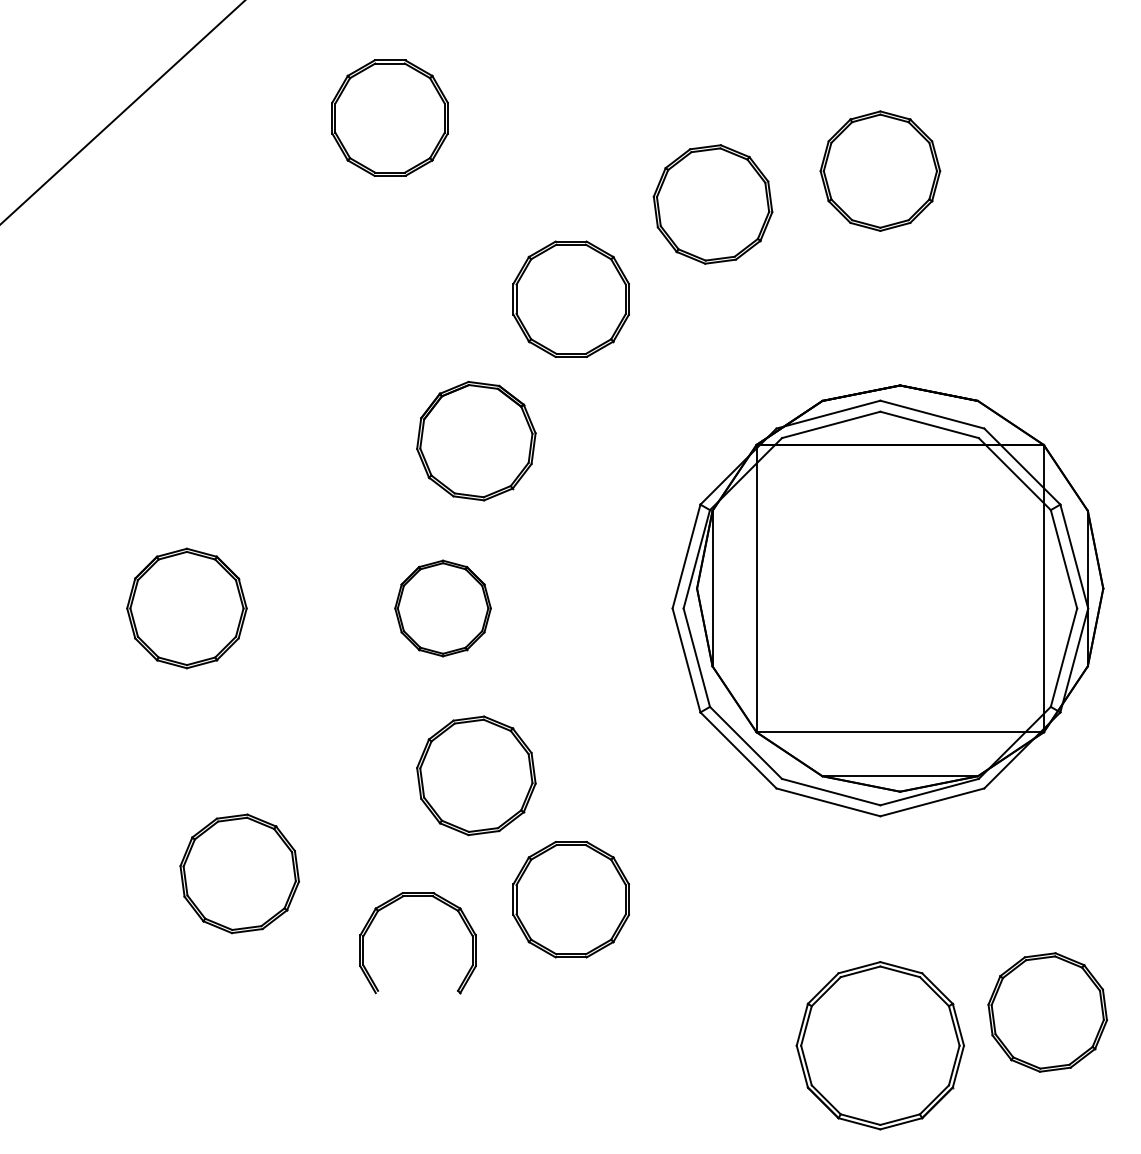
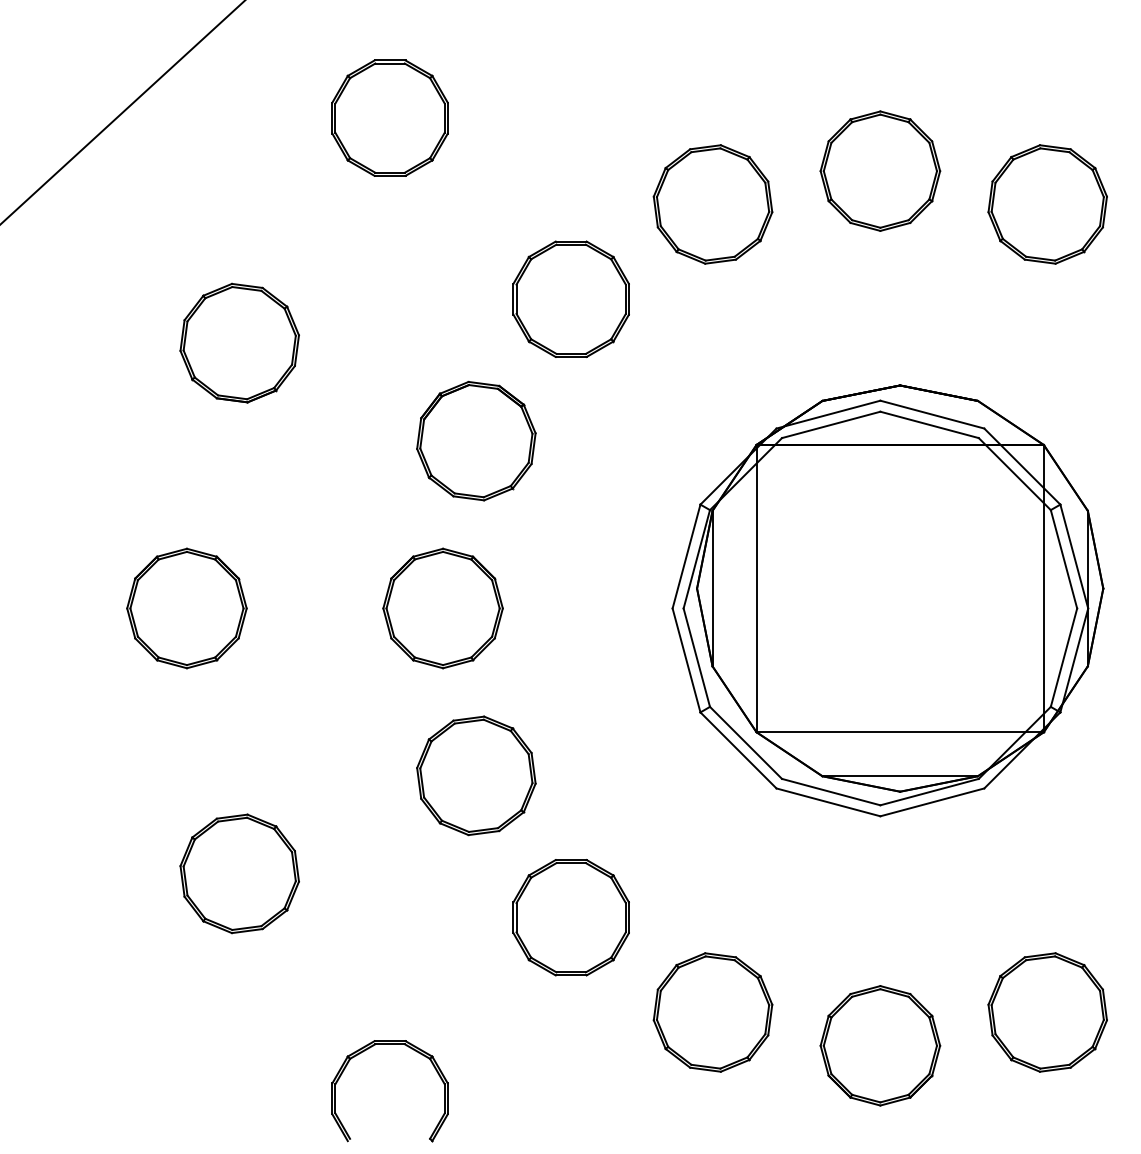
part at (1047, 204): none -> present
part at (239, 342): none -> present
part at (442, 608) size: 98x99 px -> 122x123 px
part at (570, 899) position: (570, 899) -> (570, 917)
part at (391, 904) position: (391, 904) -> (363, 1052)
part at (712, 1012): none -> present
part at (879, 1045) size: 170x170 px -> 123x122 px
